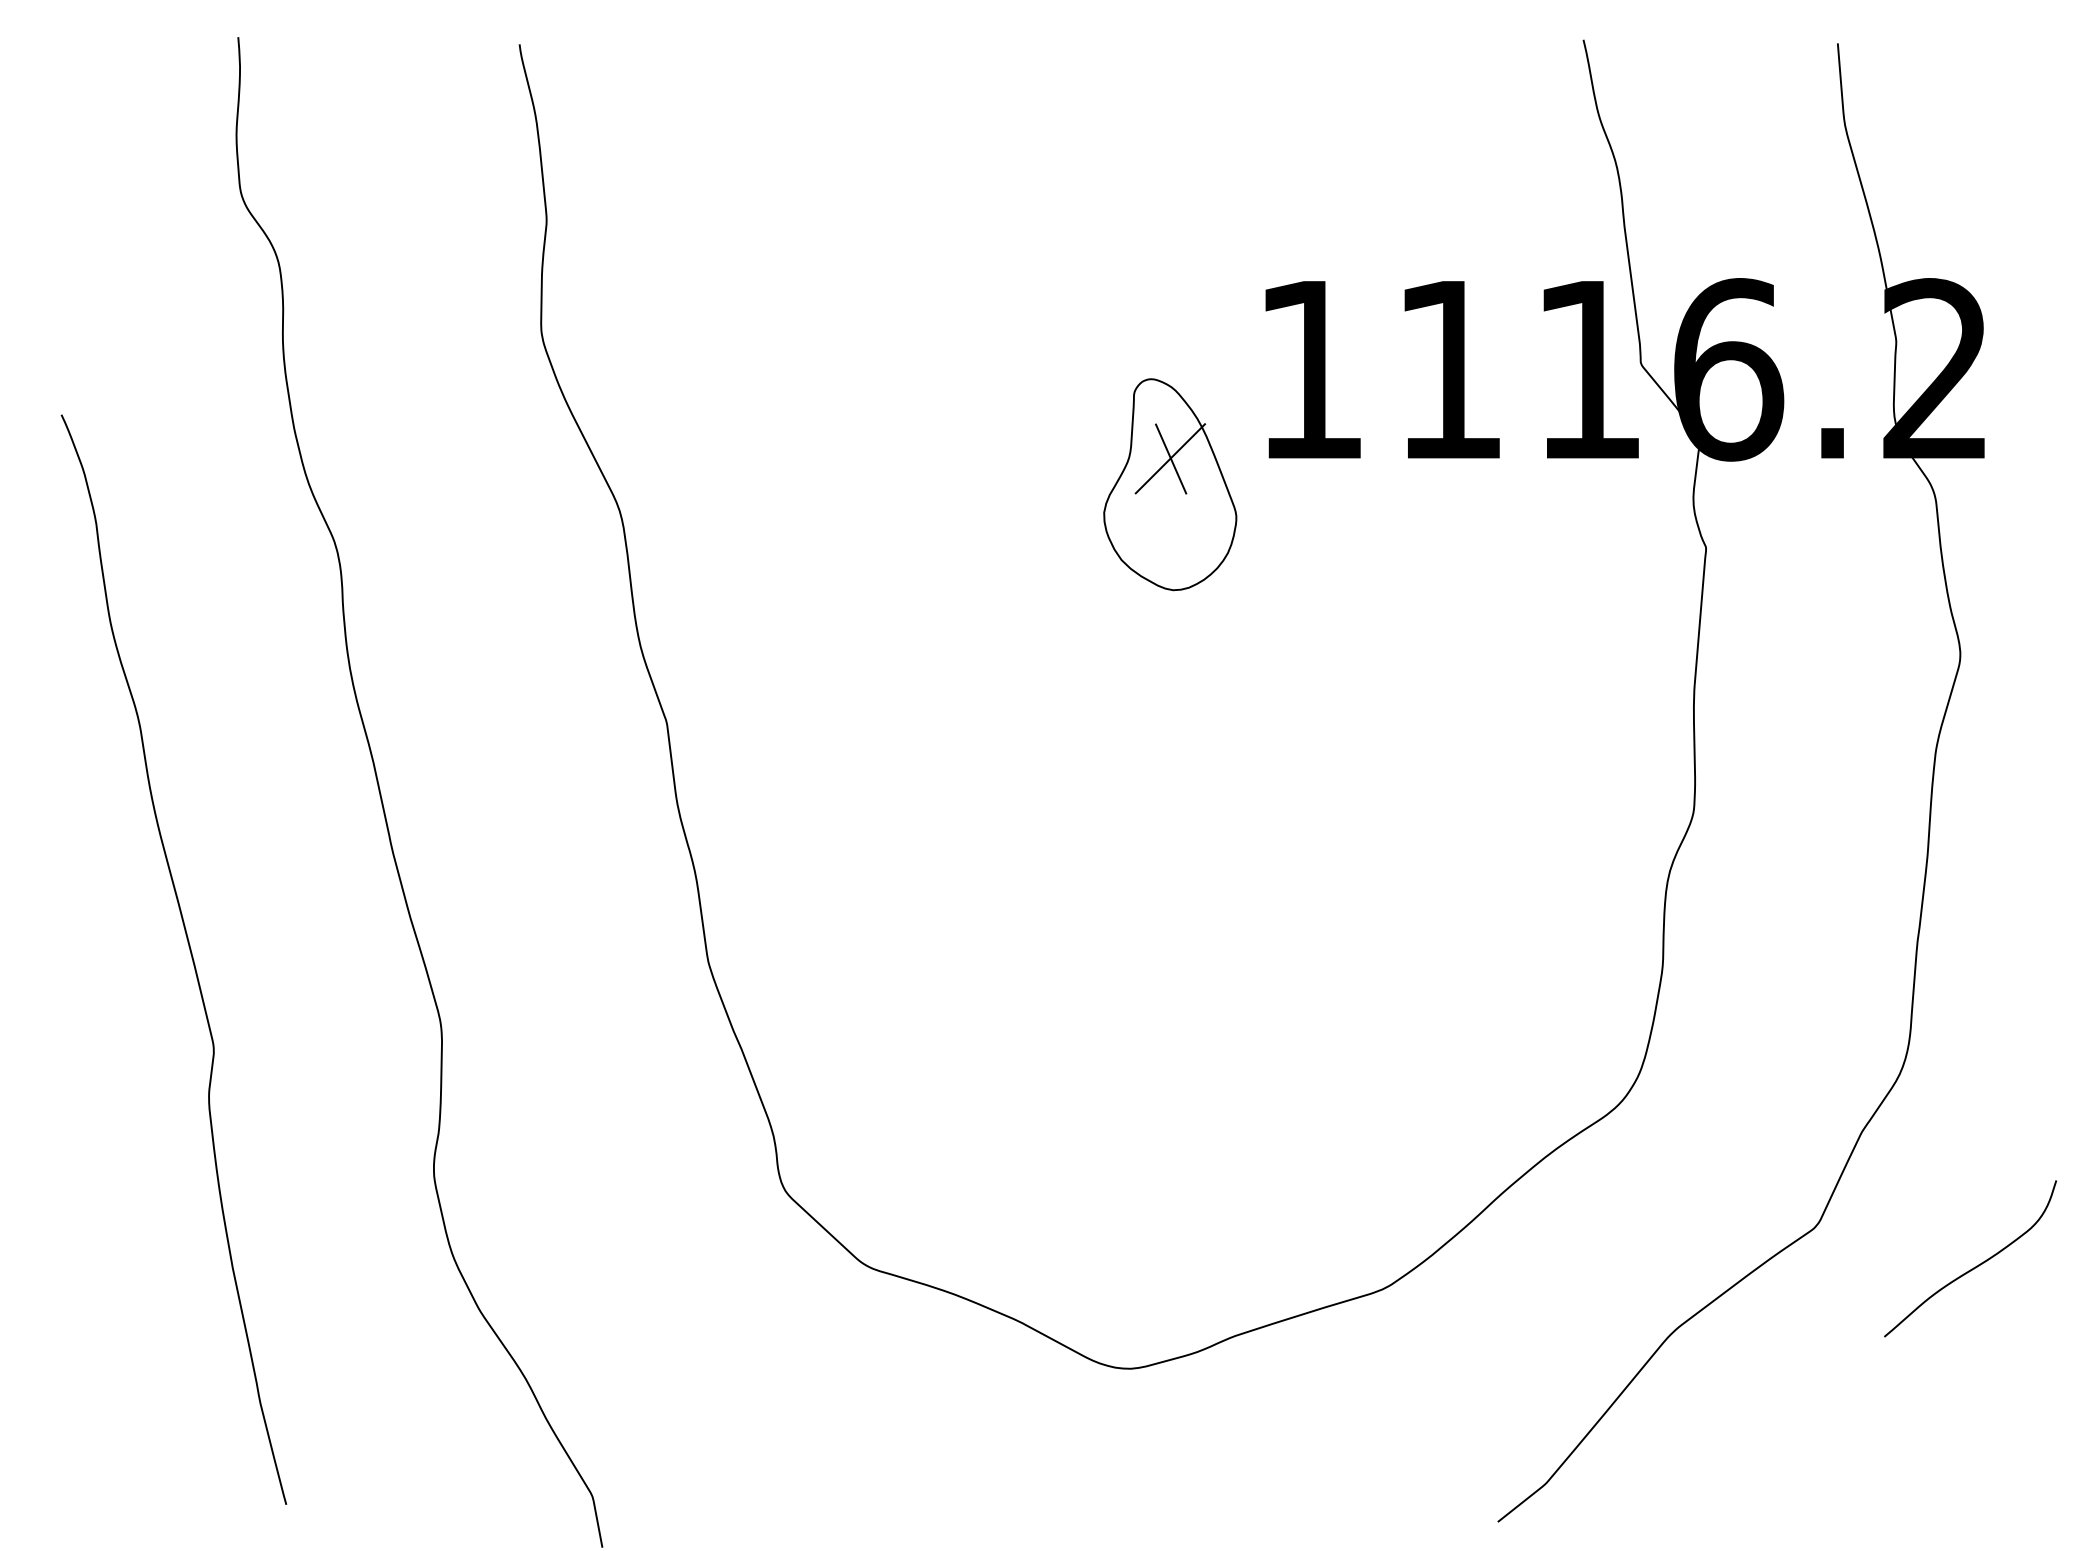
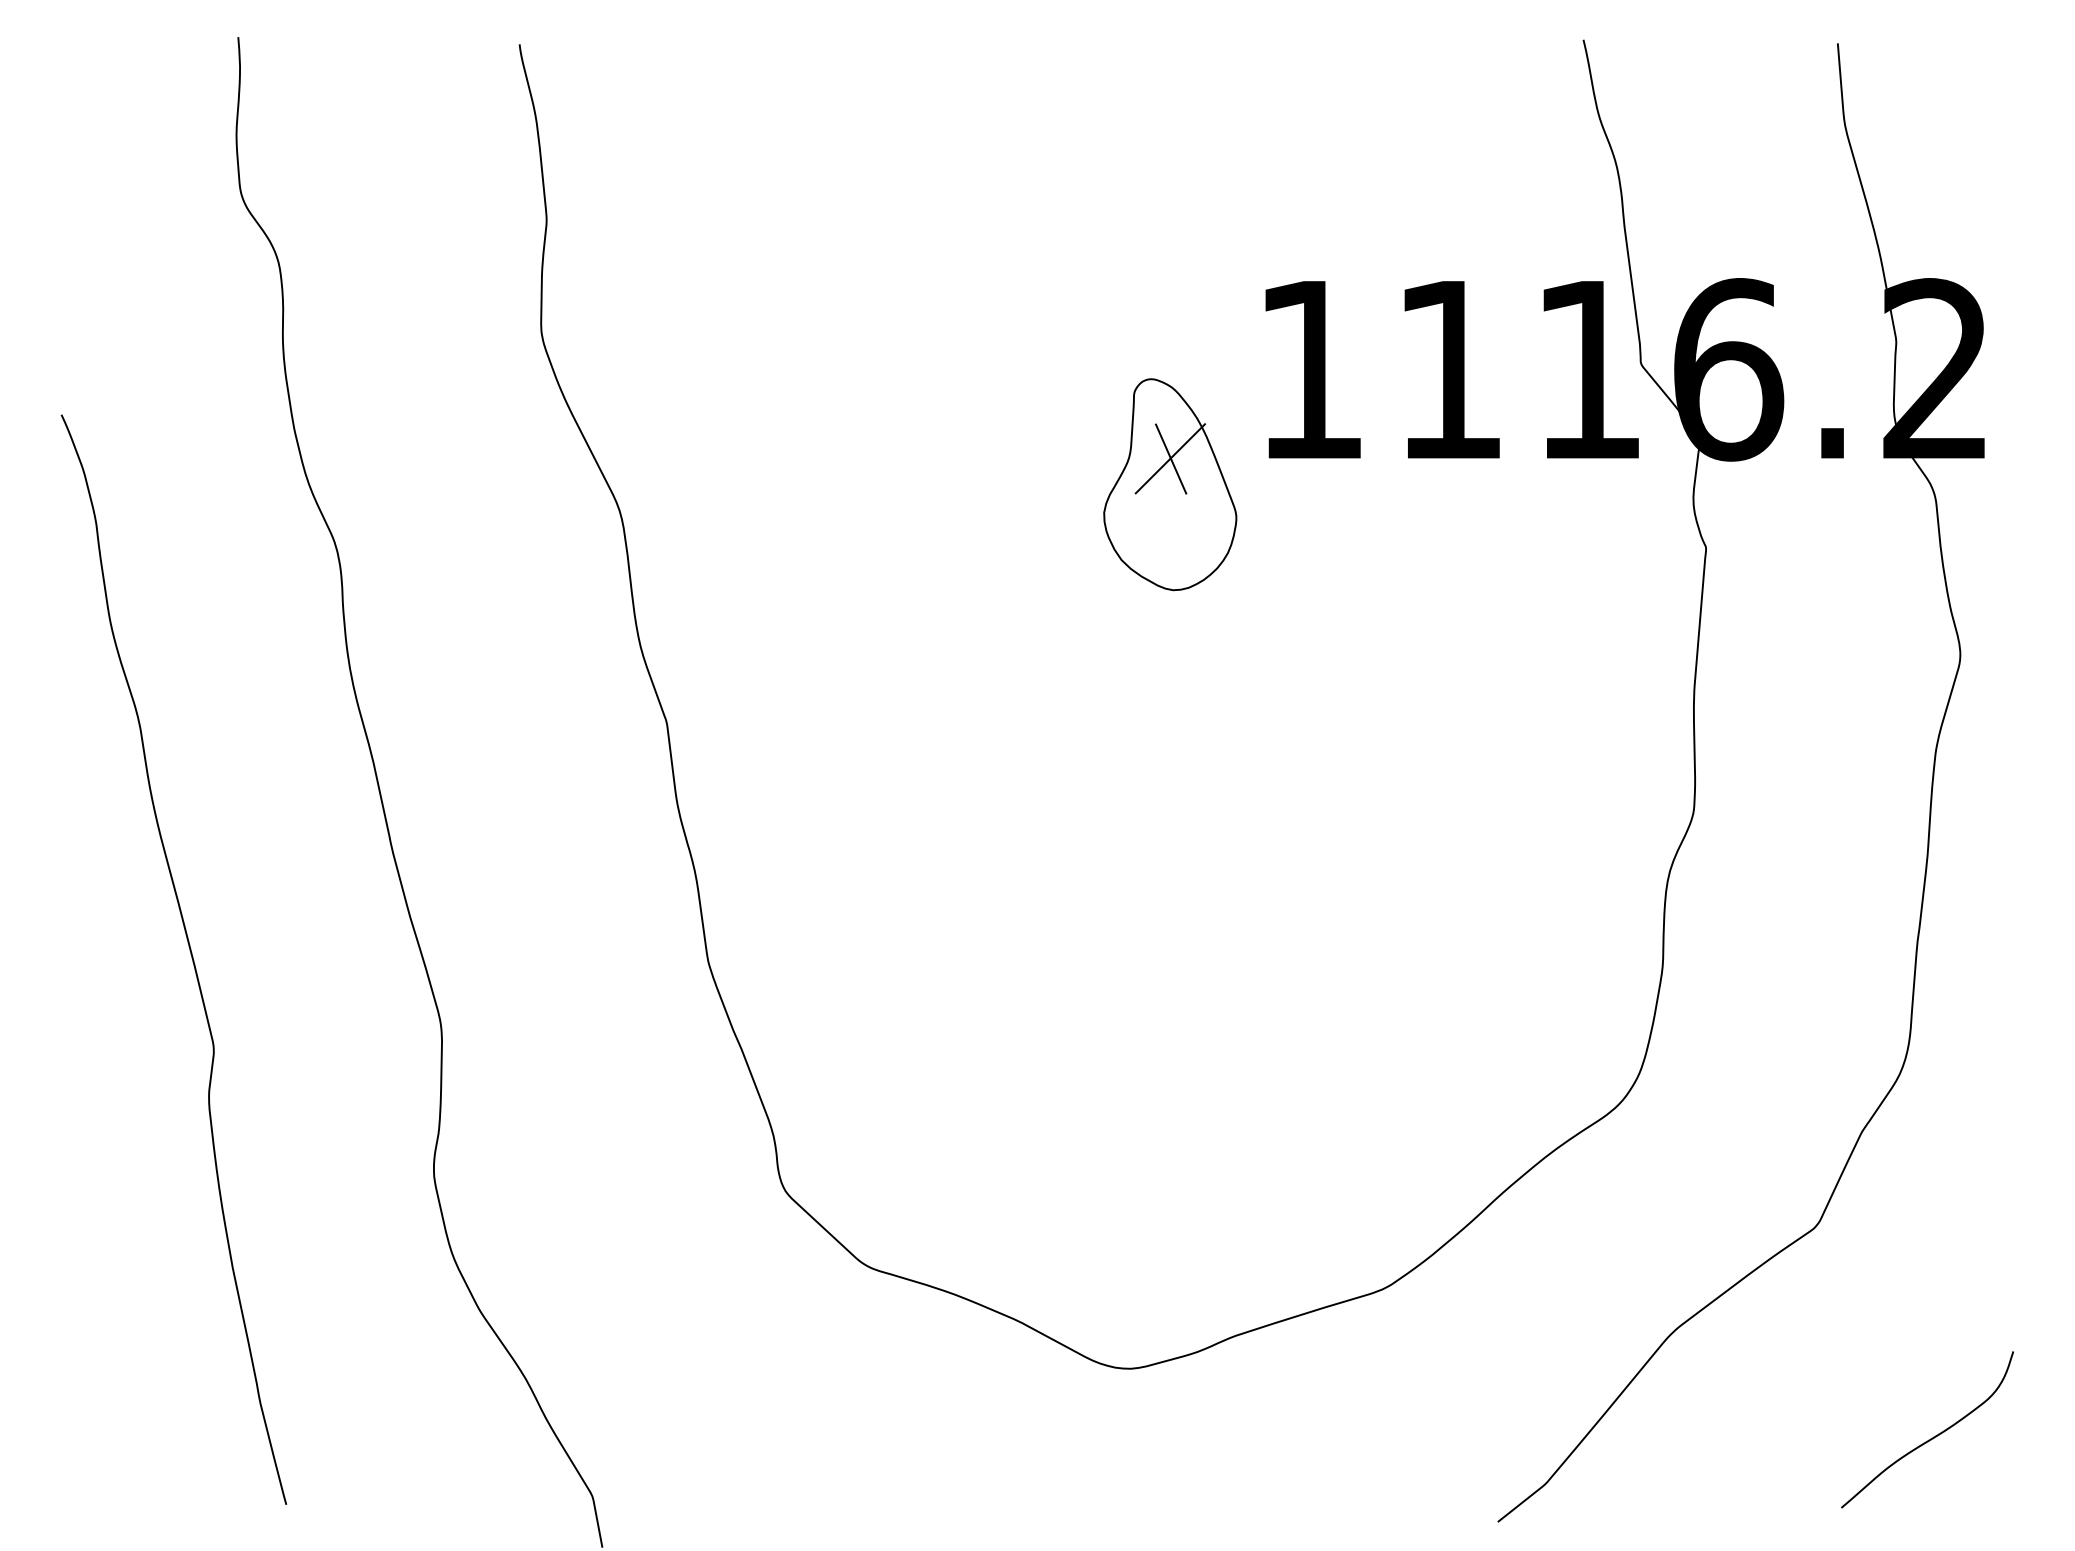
curve at (1976, 1265) position: (1976, 1265) -> (1933, 1436)
